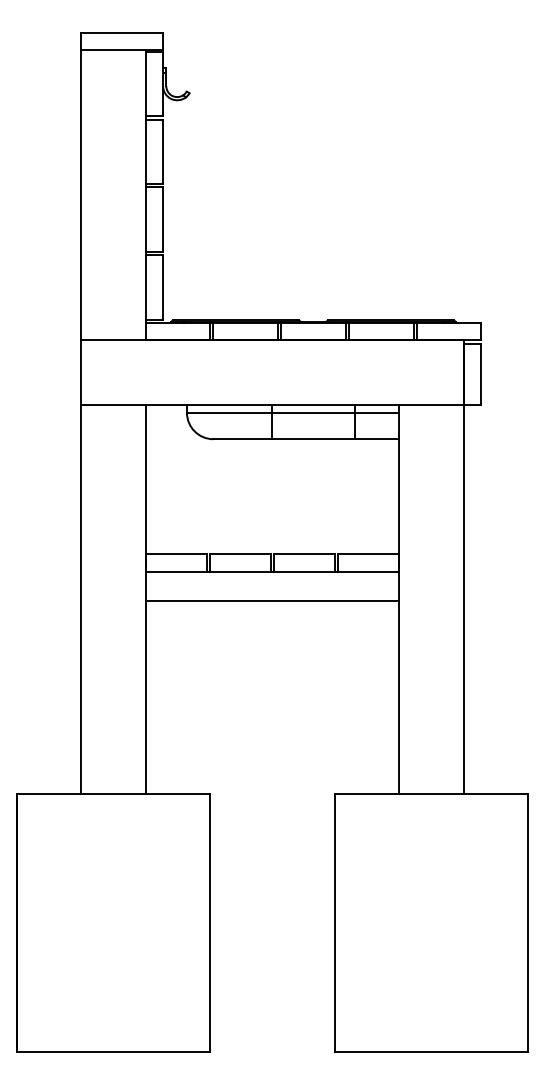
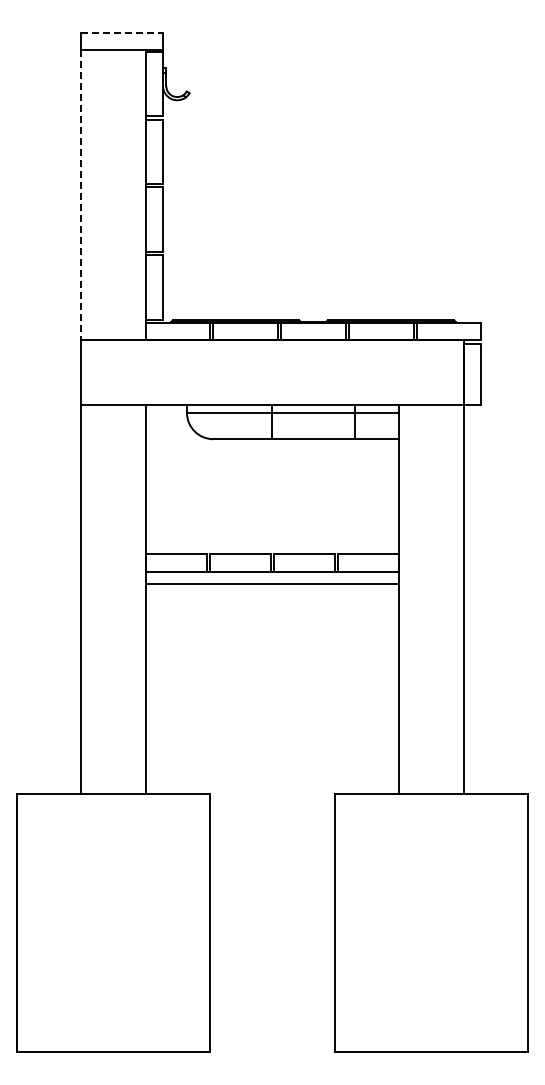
line at (122, 32): solid -> dashed
line at (81, 195): solid -> dashed
line at (272, 600) position: (272, 600) -> (272, 583)
